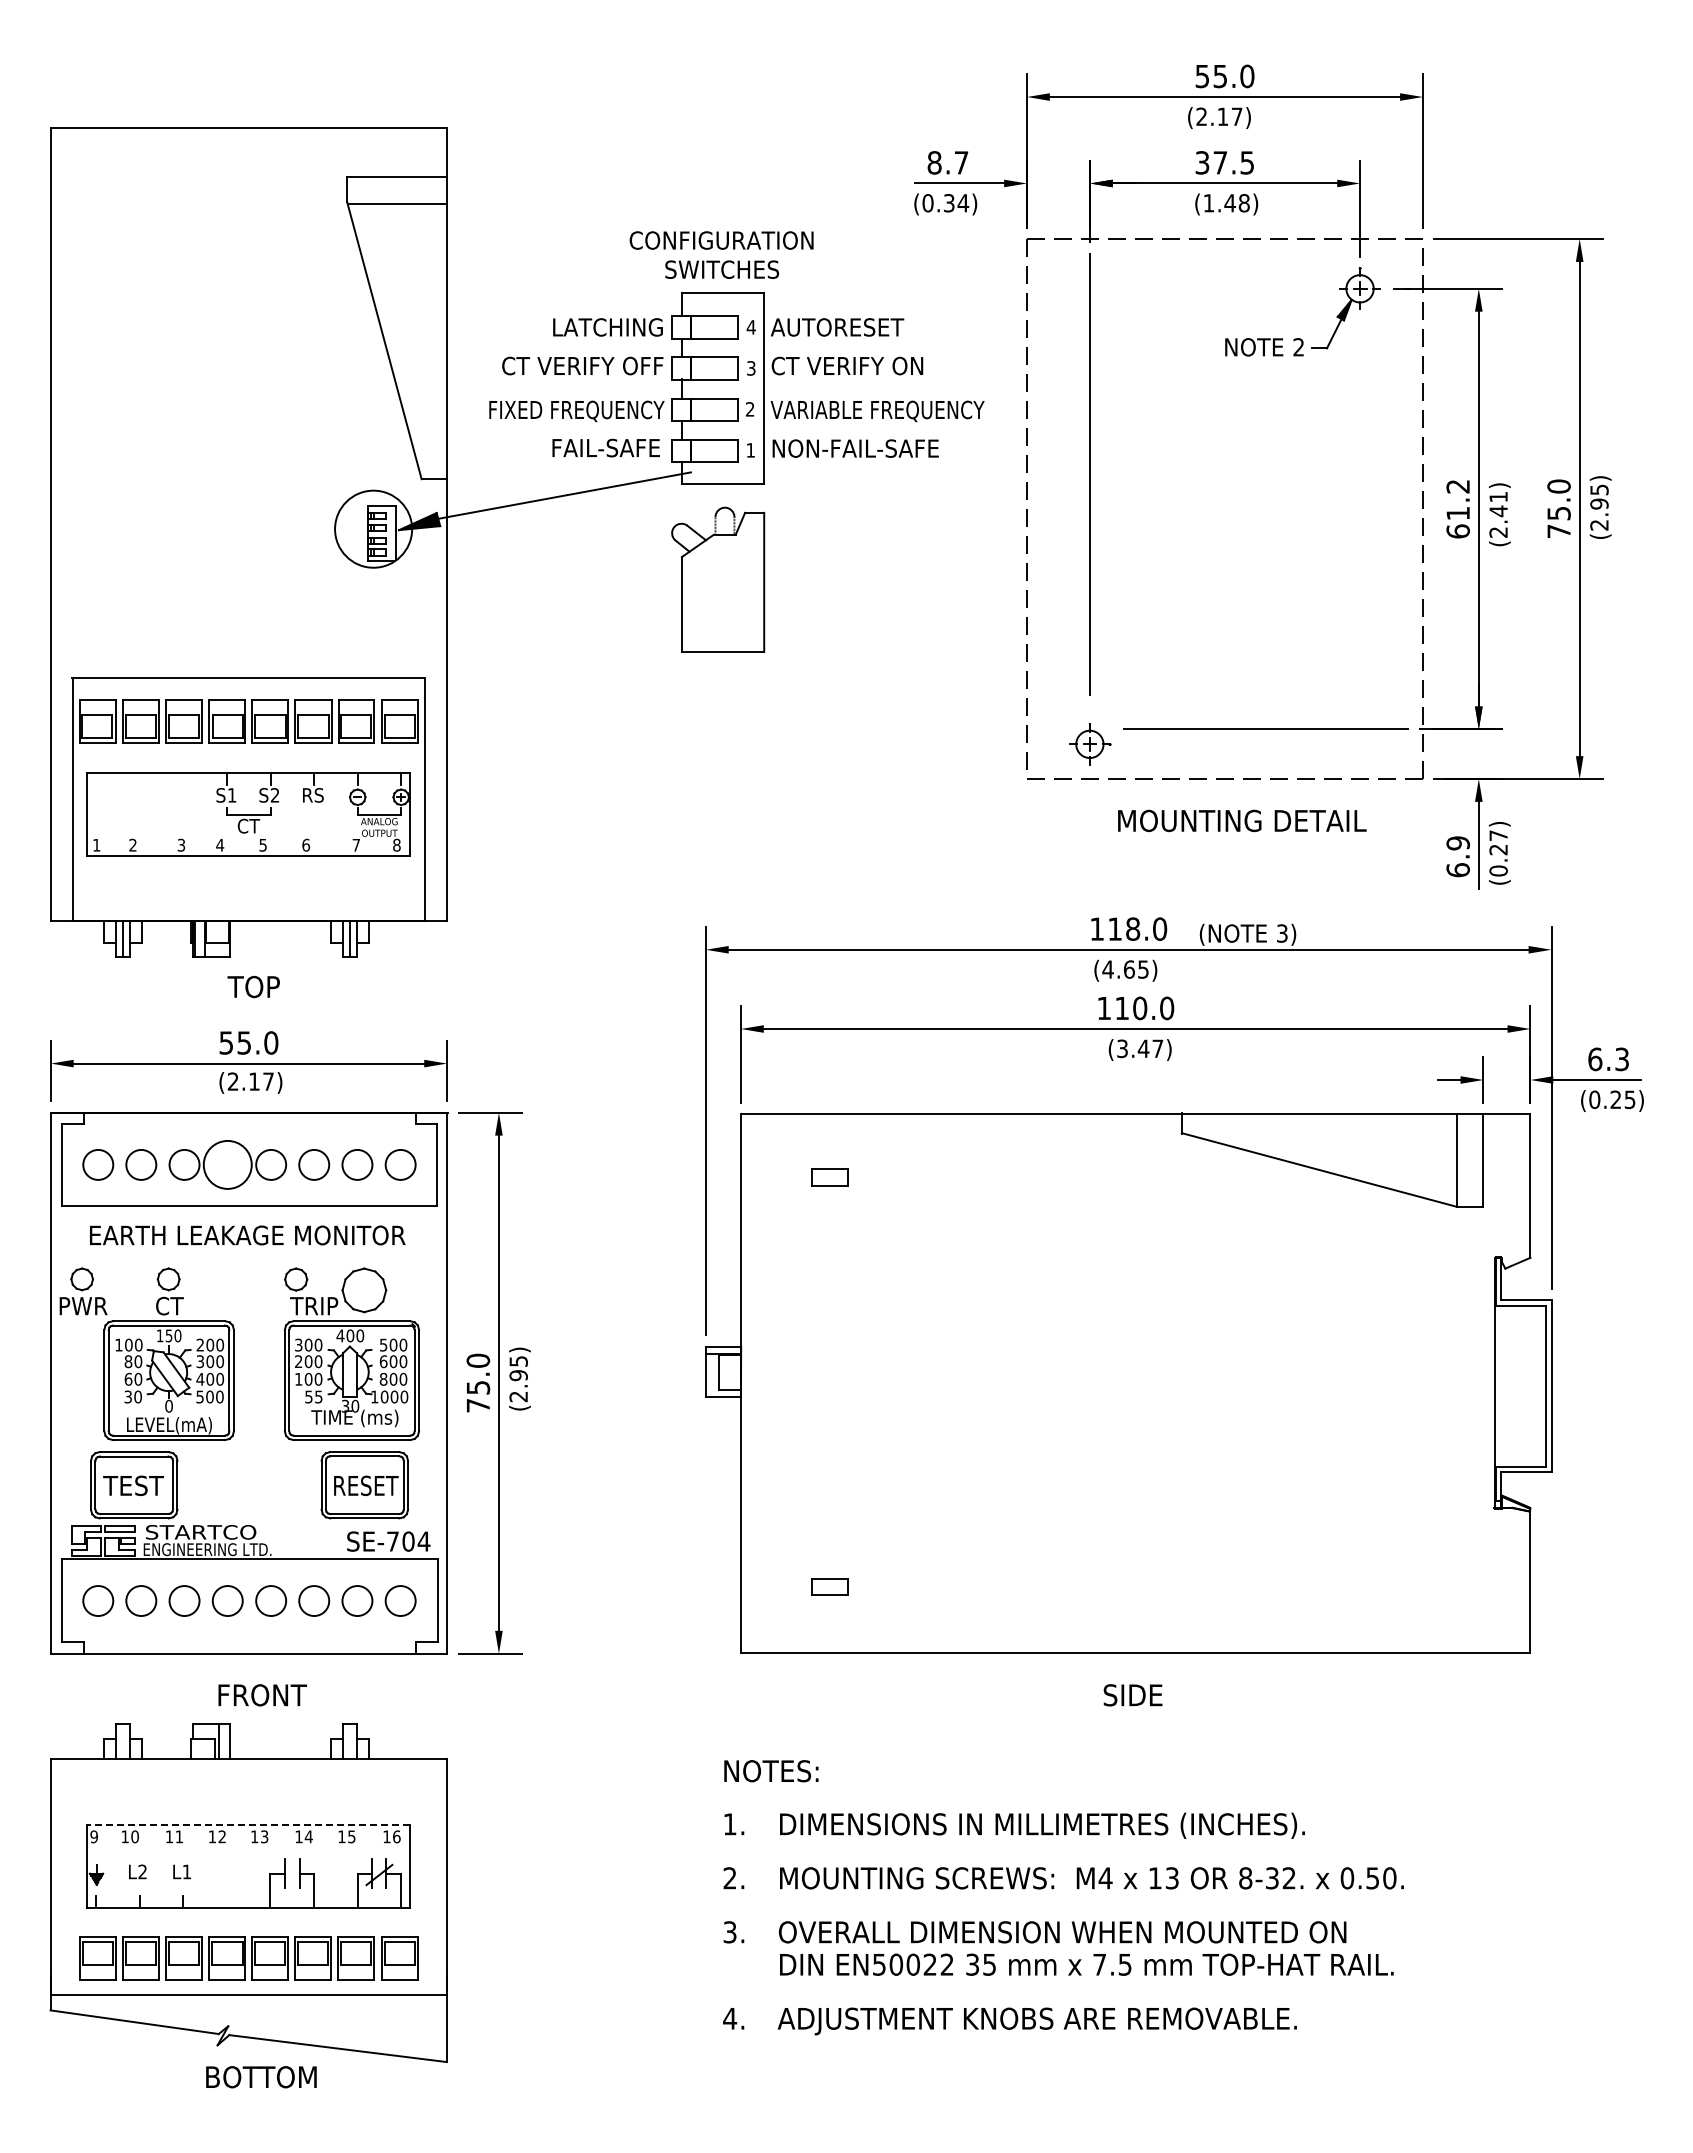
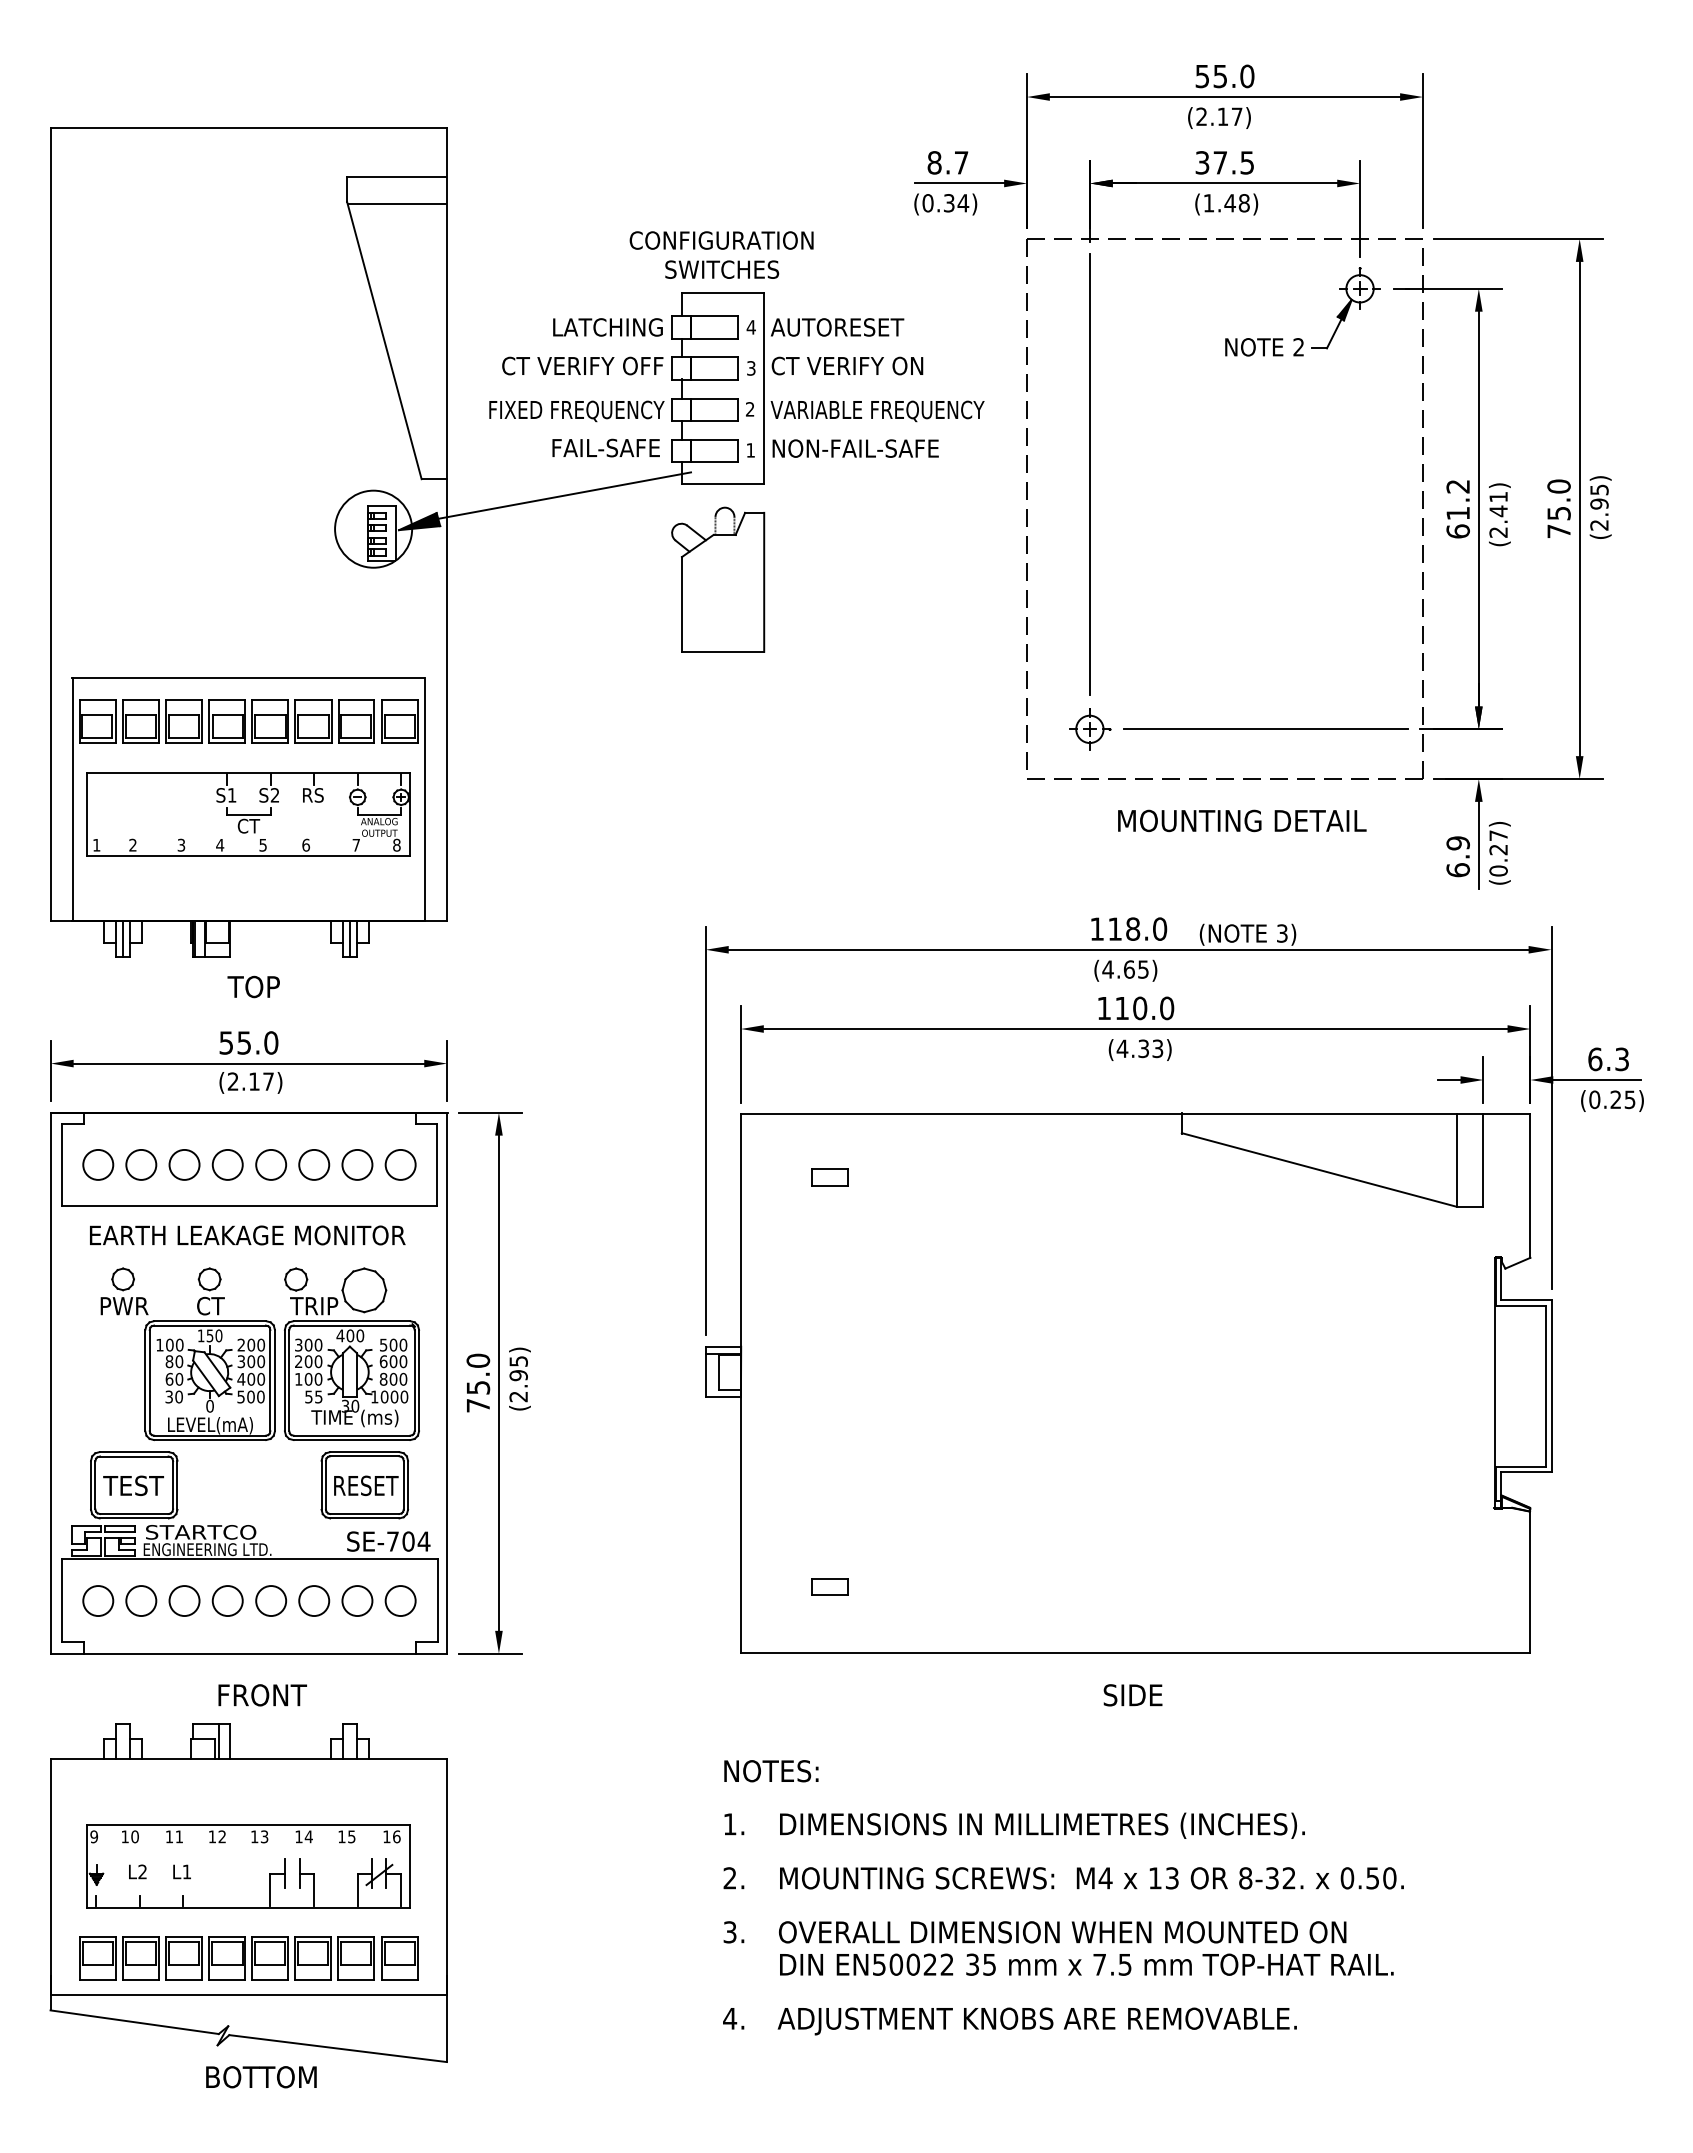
part at (1090, 744) position: (1090, 744) -> (1090, 729)
text at (1139, 1048): (3.47) -> (4.33)
circle at (227, 1164) diameter: 48 px -> 30 px
part at (146, 1353) position: (146, 1353) -> (187, 1353)
line at (248, 1824): dashed -> solid
